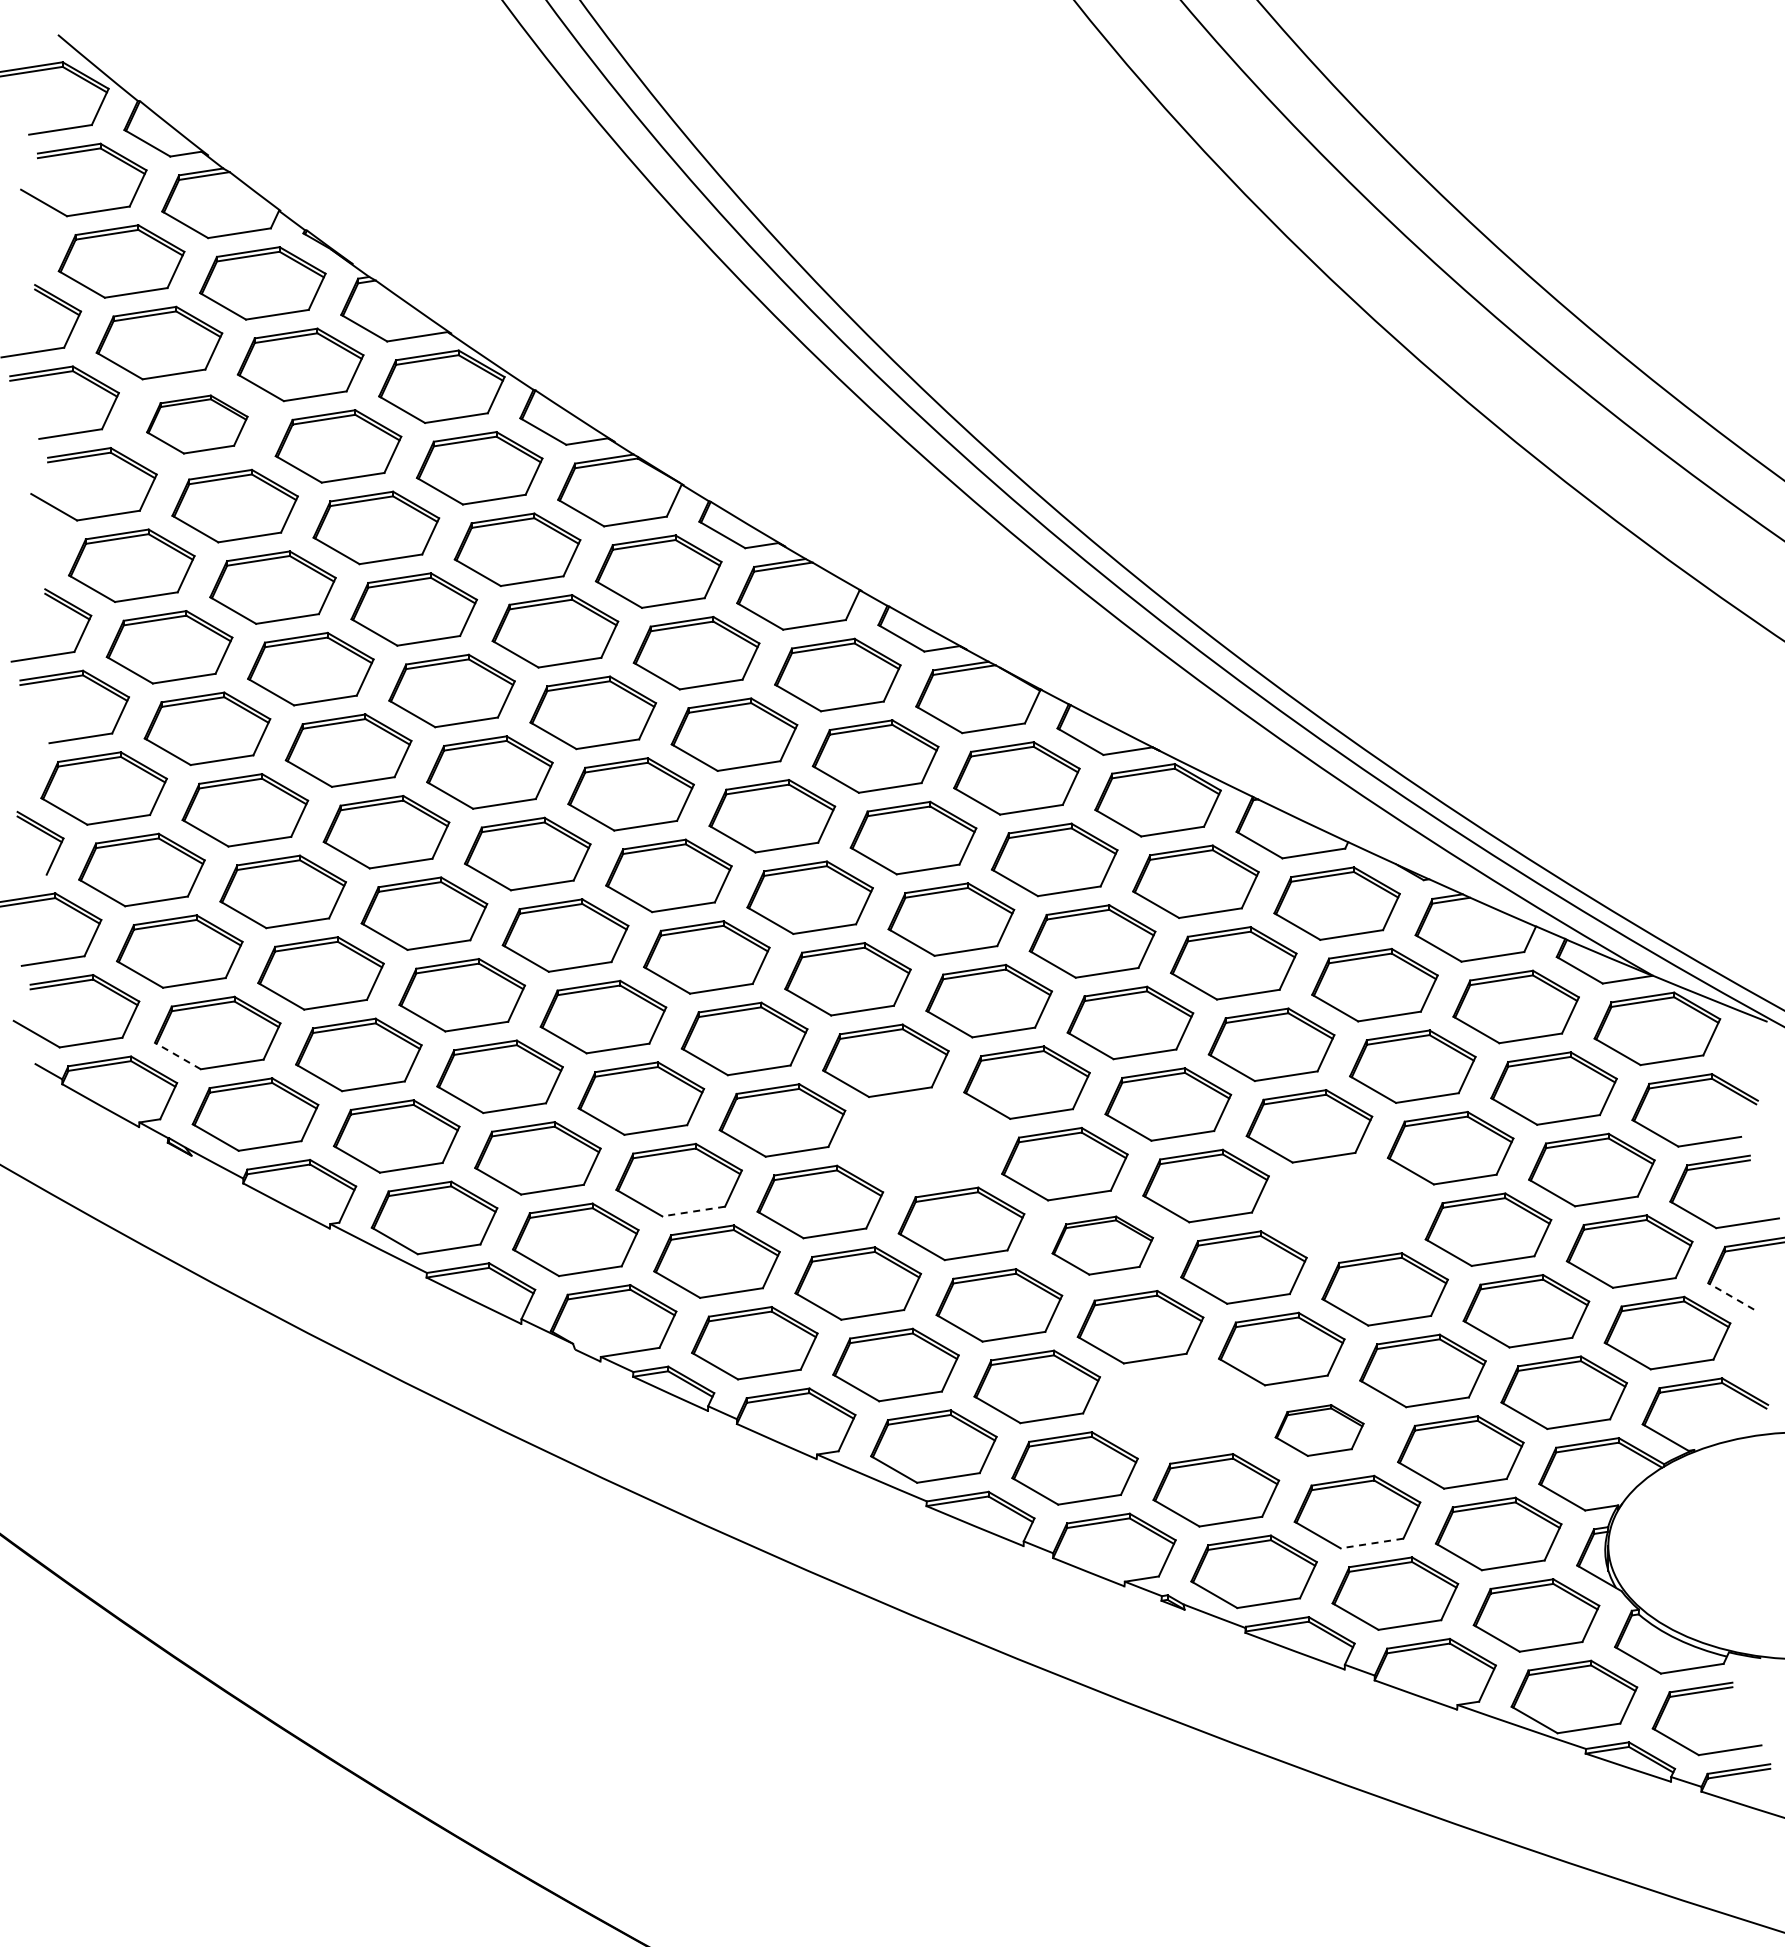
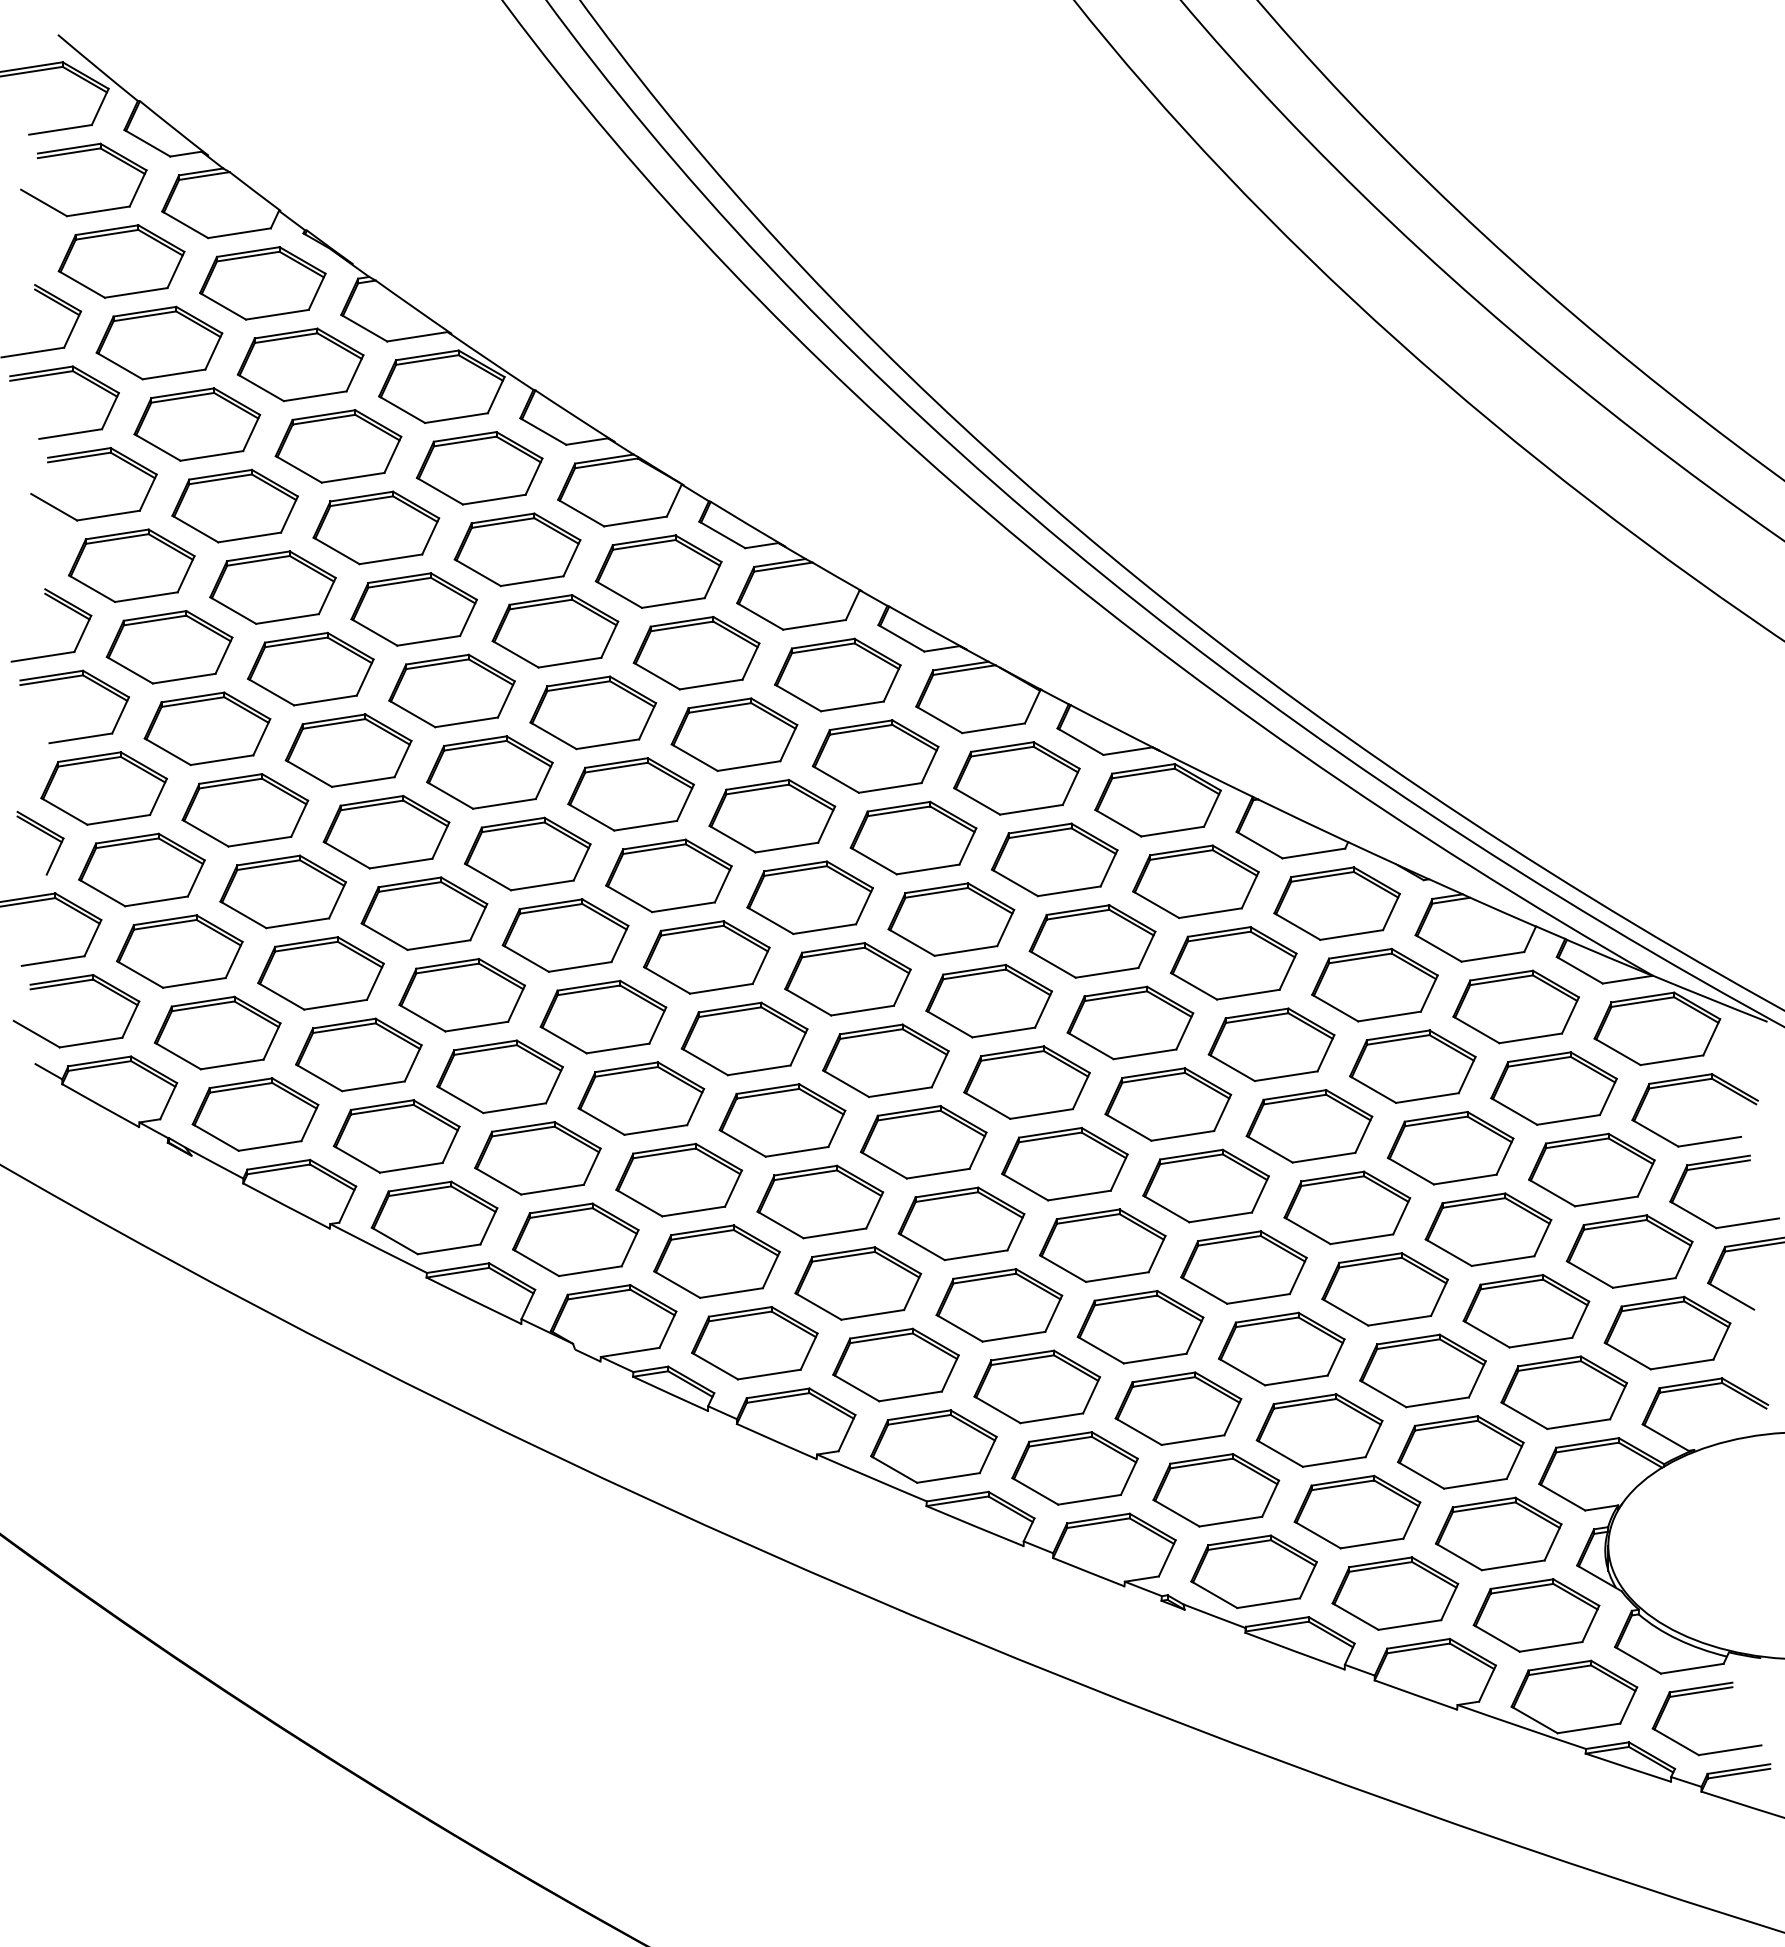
part at (197, 424) size: 103x61 px -> 129x75 px
line at (177, 1055): dashed -> solid
part at (923, 1142): none -> present
part at (1347, 1207): none -> present
line at (693, 1211): dashed -> solid
part at (1102, 1245) size: 104x61 px -> 128x75 px
line at (1730, 1296): dashed -> solid
part at (1178, 1408): none -> present
part at (1319, 1430) size: 91x53 px -> 129x75 px
line at (1372, 1543): dashed -> solid
